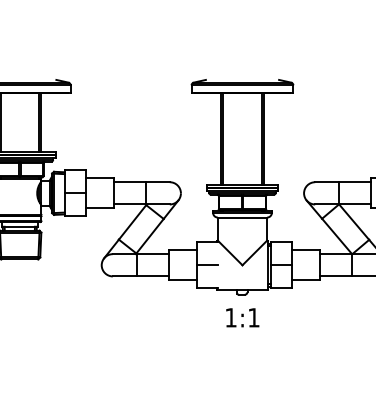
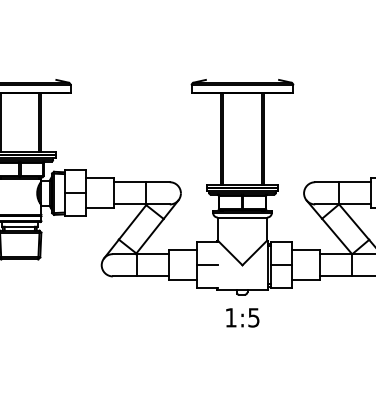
text at (253, 317): 1:1 -> 1:5
